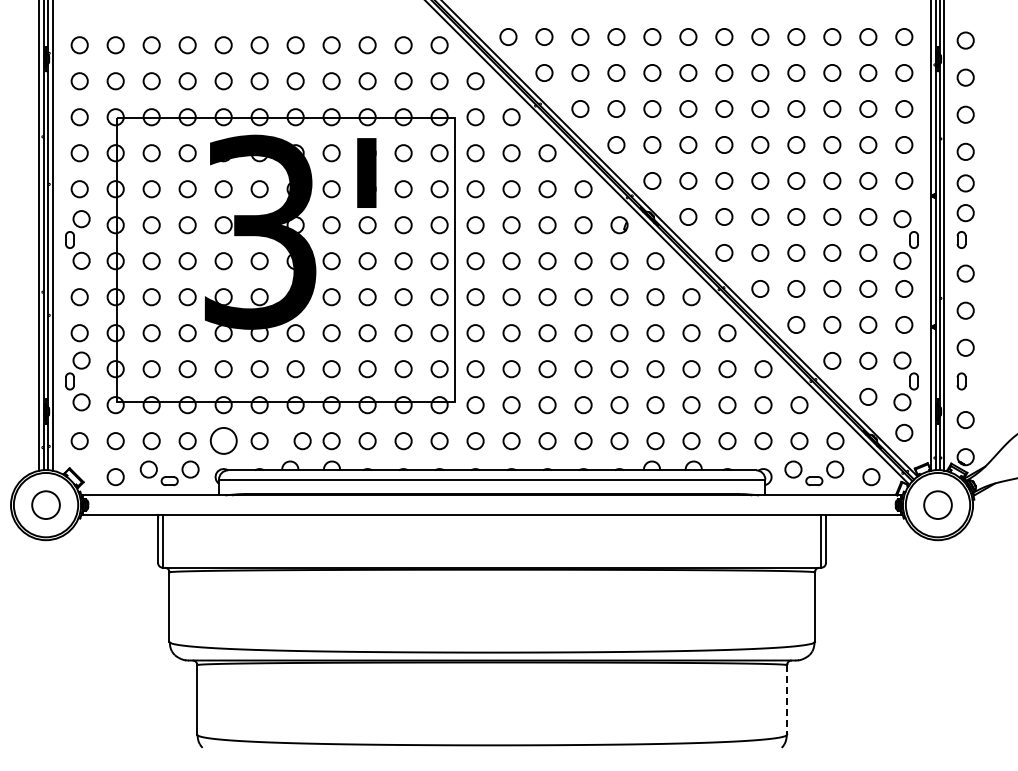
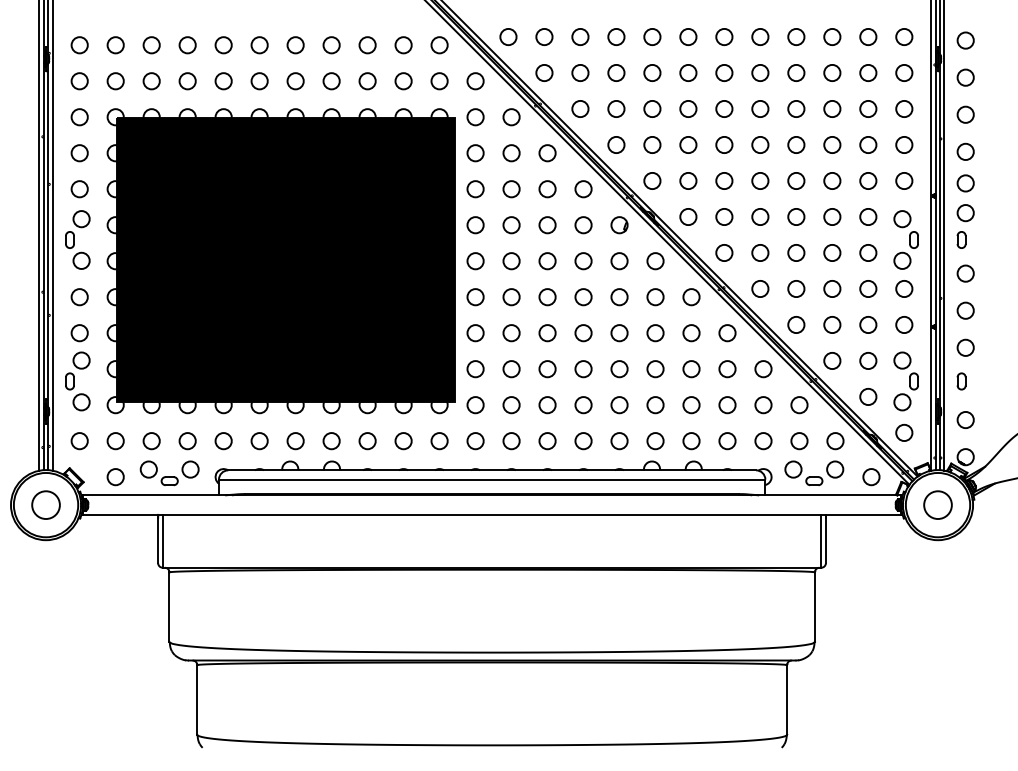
fill at (286, 259): none -> present
circle at (223, 440) size: 29x28 px -> 19x19 px
circle at (302, 441) position: (302, 441) -> (295, 441)
line at (787, 699): dashed -> solid
